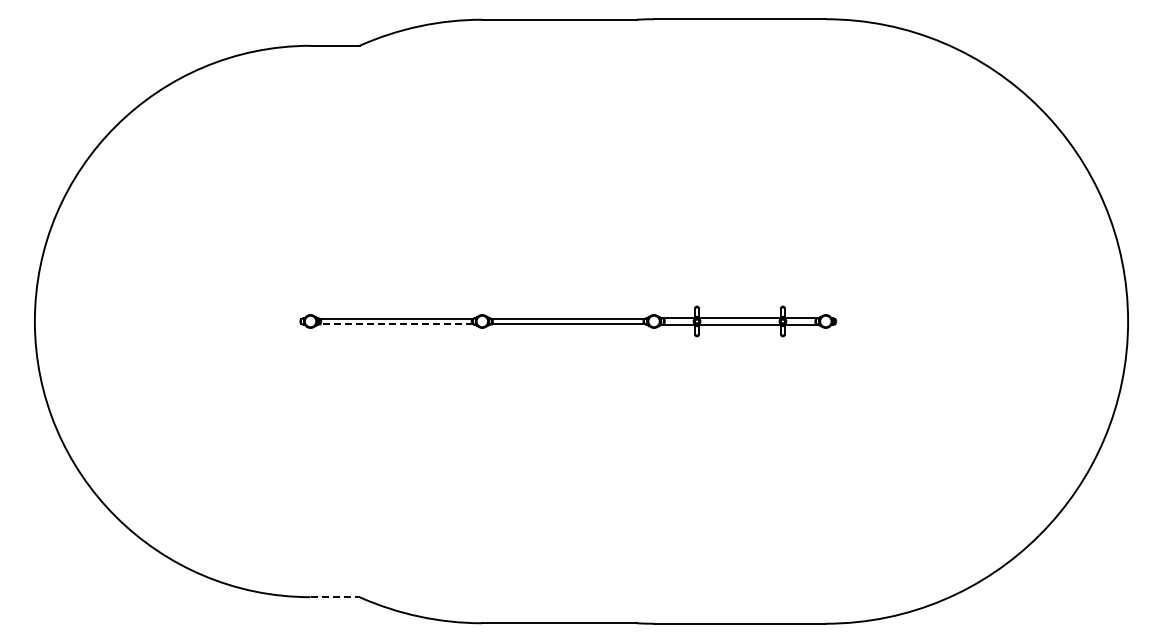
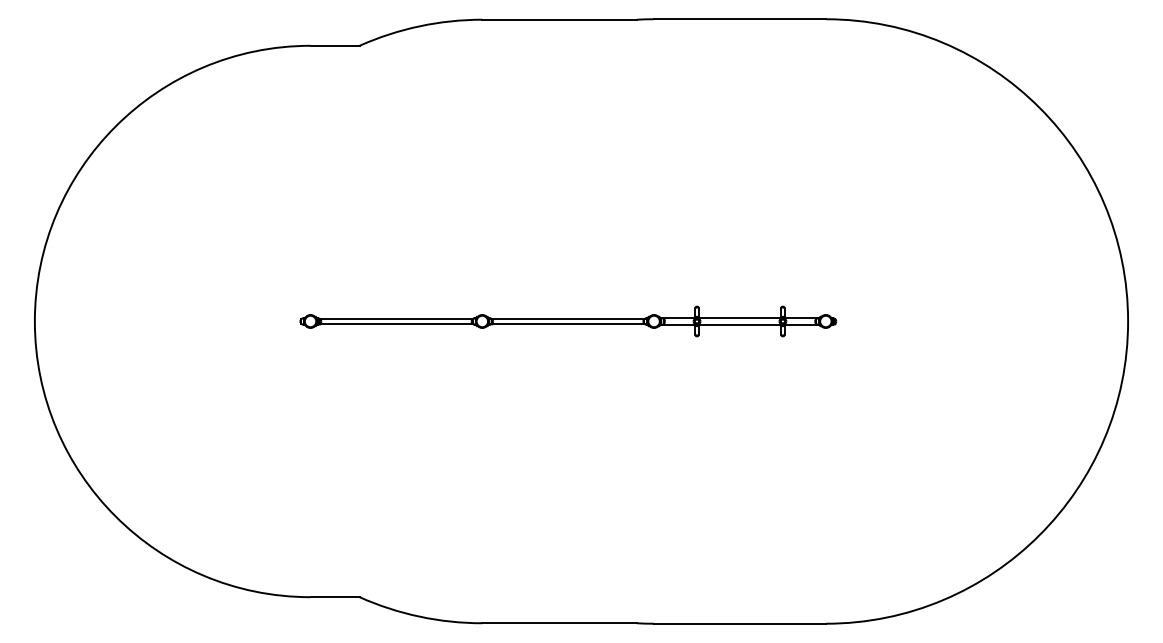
line at (396, 324): dashed -> solid
line at (335, 597): dashed -> solid
